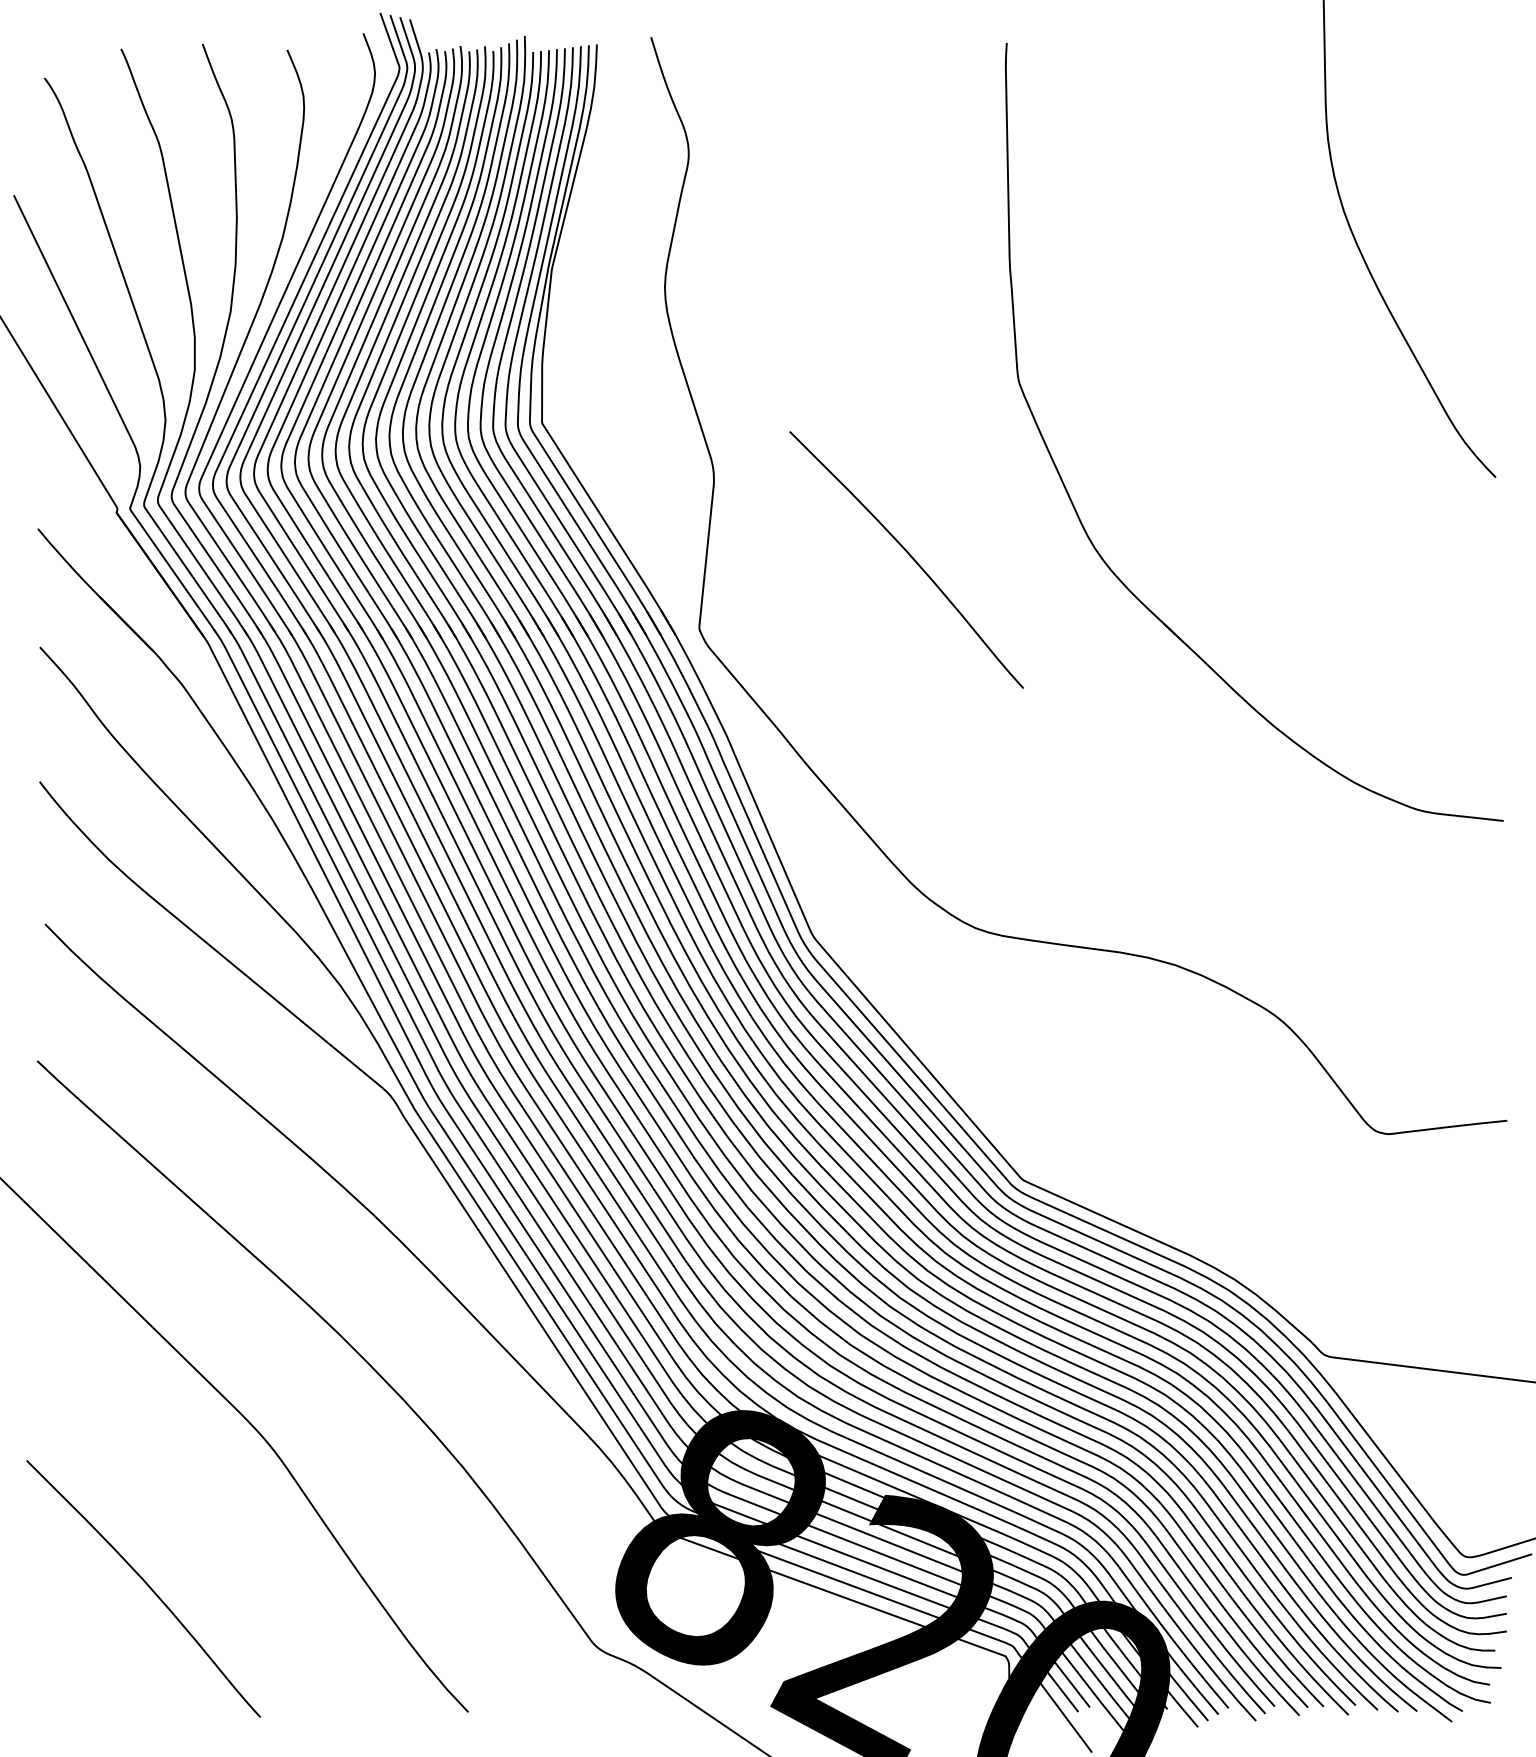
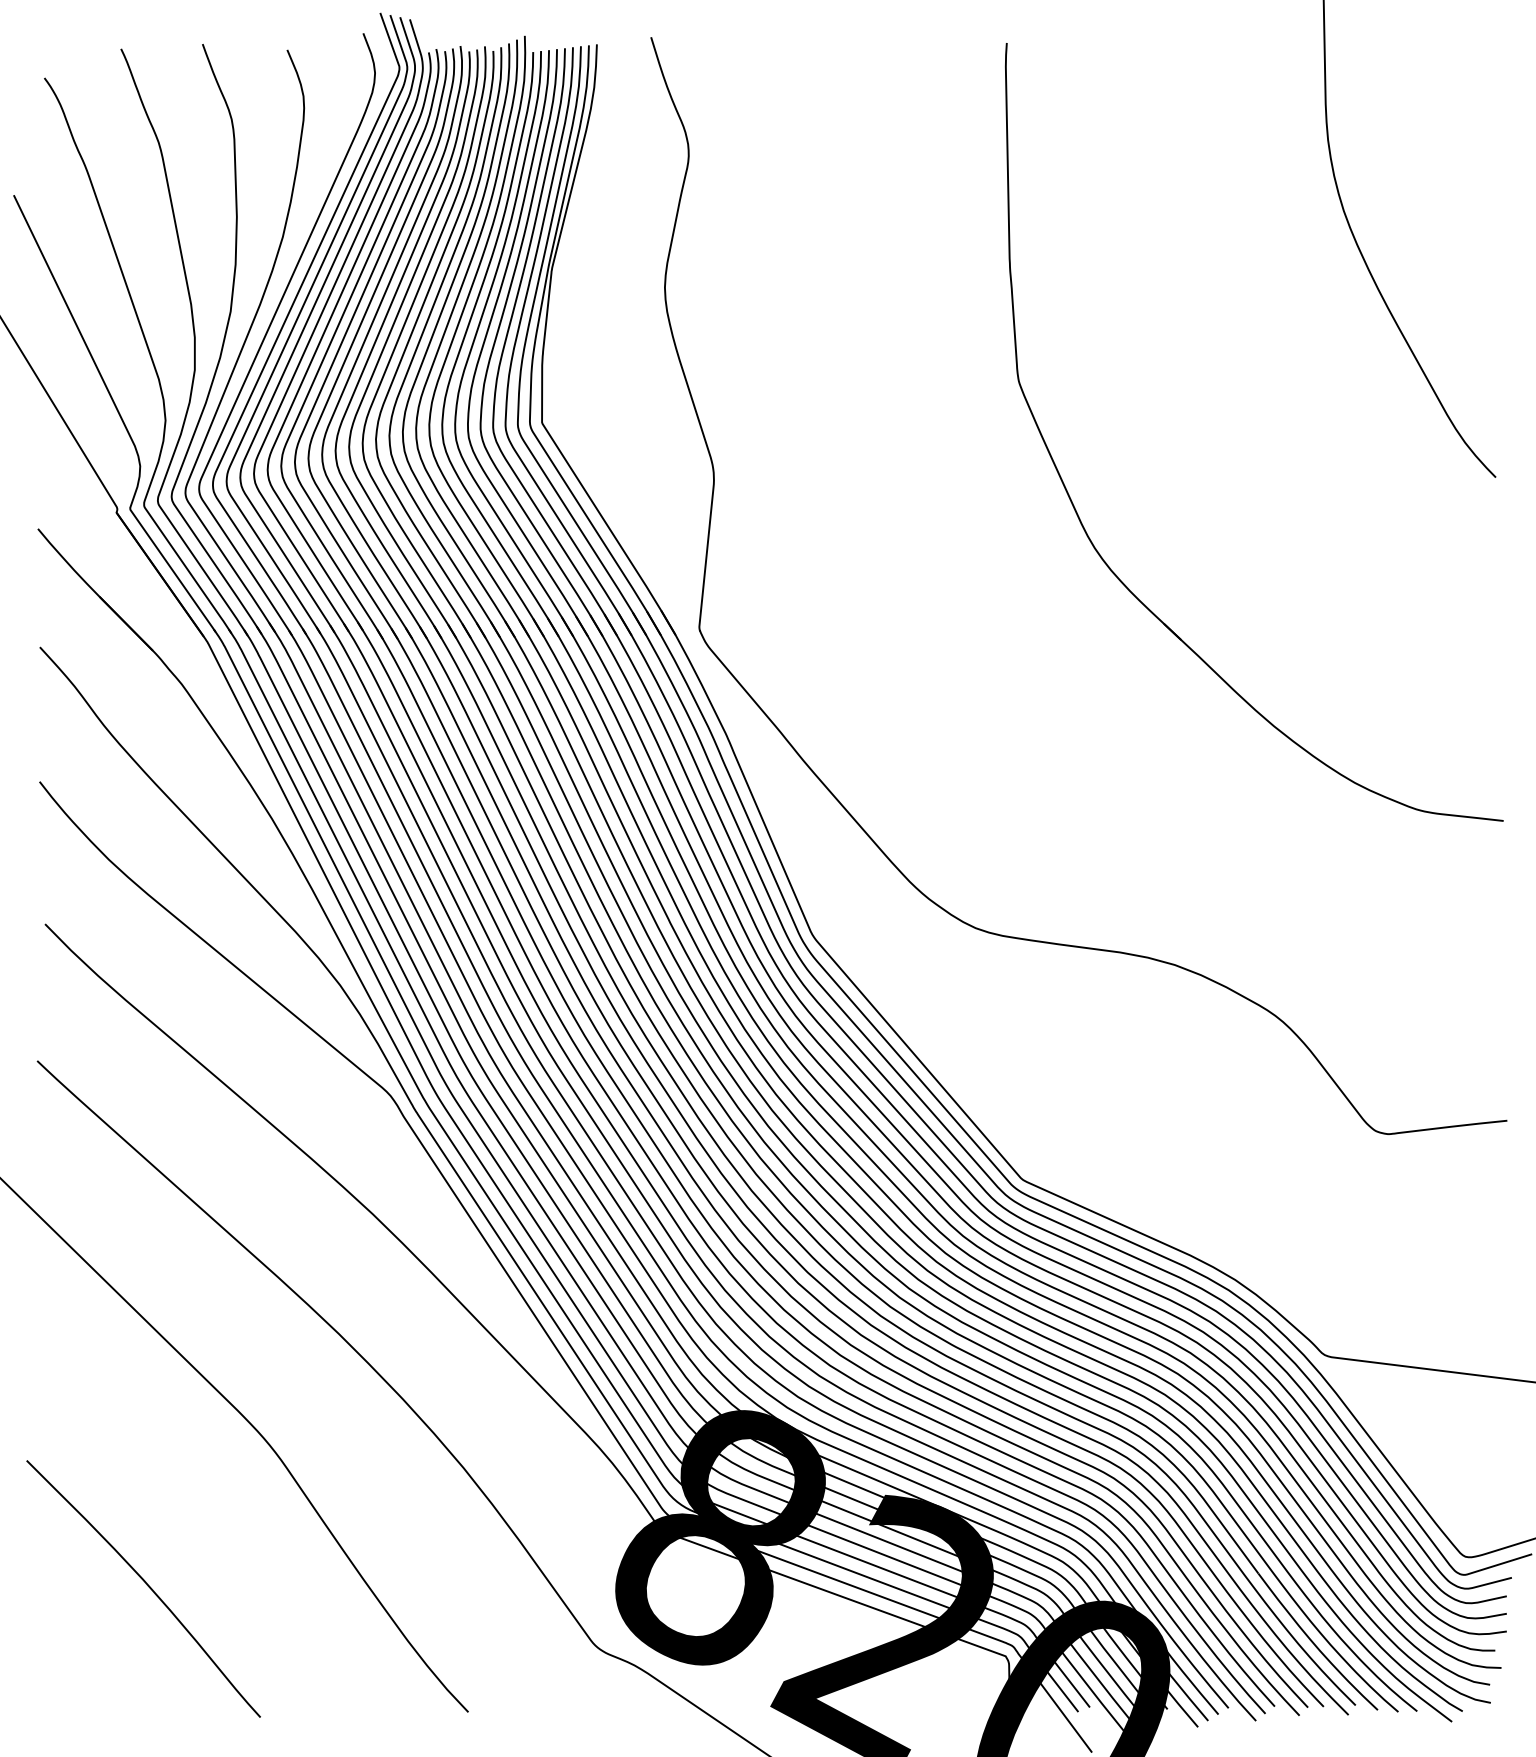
curve at (910, 557): present -> none
